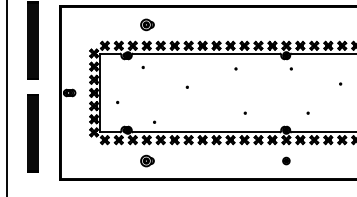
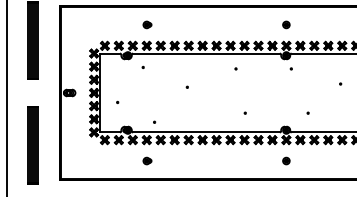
part at (147, 24) size: 15x14 px -> 11x10 px
part at (286, 24): none -> present
part at (32, 133) position: (32, 133) -> (32, 145)
part at (147, 160) size: 15x14 px -> 11x10 px
